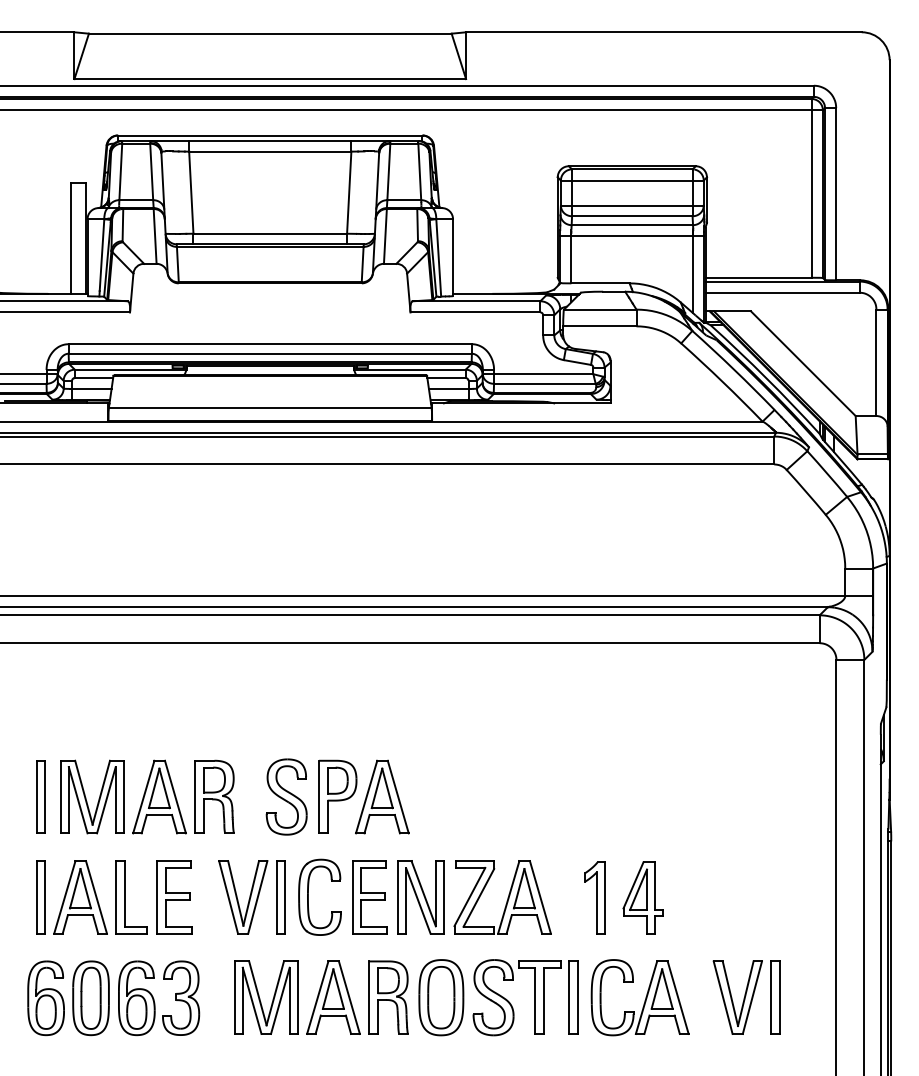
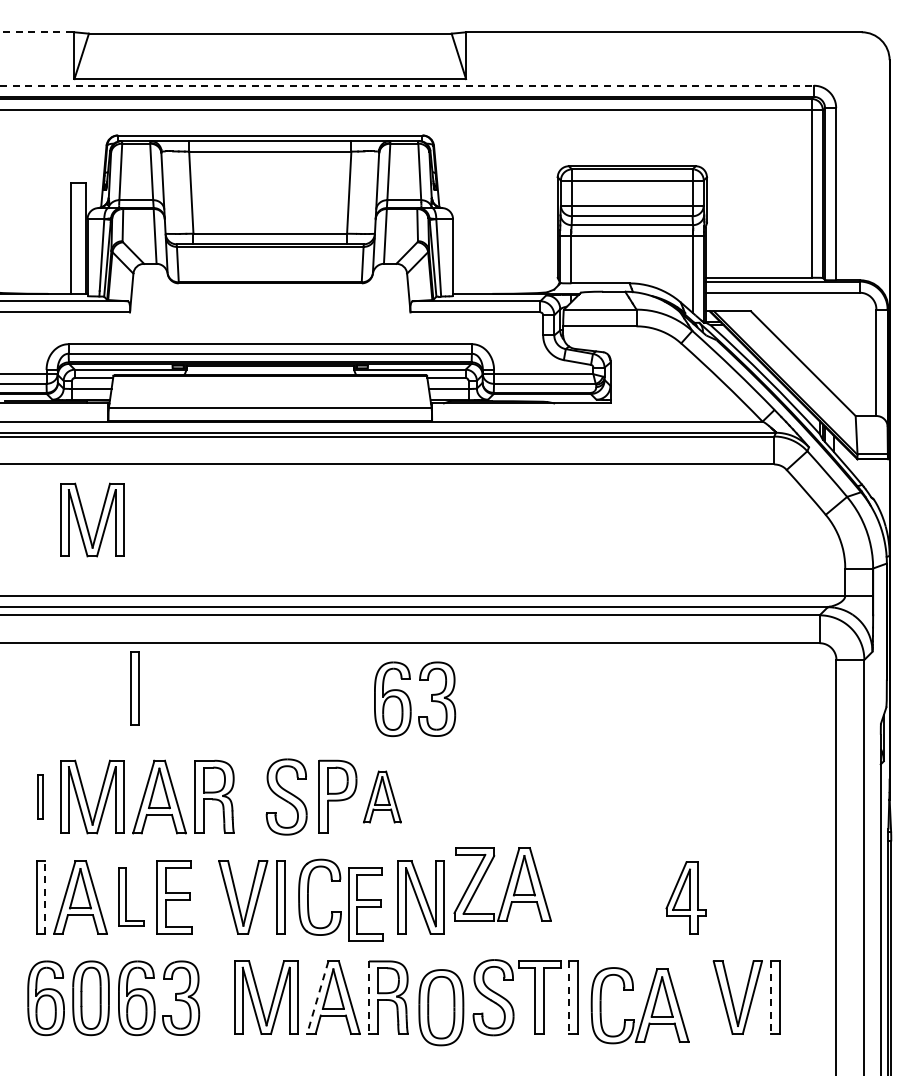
line at (37, 32): solid -> dashed
line at (407, 85): solid -> dashed
part at (86, 520): none -> present
part at (134, 688): none -> present
part at (415, 699): none -> present
part at (40, 796) size: 10x74 px -> 7x46 px
part at (382, 796) size: 55x76 px -> 39x54 px
line at (45, 896): solid -> dashed
part at (131, 897) size: 33x75 px -> 27x60 px
part at (369, 897) position: (369, 897) -> (365, 904)
part at (502, 897) position: (502, 897) -> (502, 884)
part at (594, 897): present -> none
part at (642, 897) position: (642, 897) -> (685, 897)
line at (317, 997): solid -> dashed
part at (441, 997) position: (441, 997) -> (441, 1007)
part at (639, 997) position: (639, 997) -> (639, 1005)
line at (369, 998): solid -> dashed
line at (569, 998): solid -> dashed
line at (771, 998): solid -> dashed
